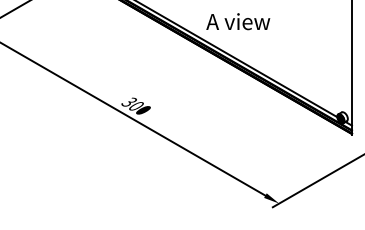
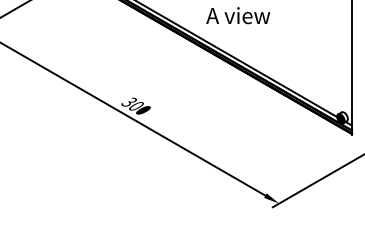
text at (238, 21) position: (238, 21) -> (238, 15)
